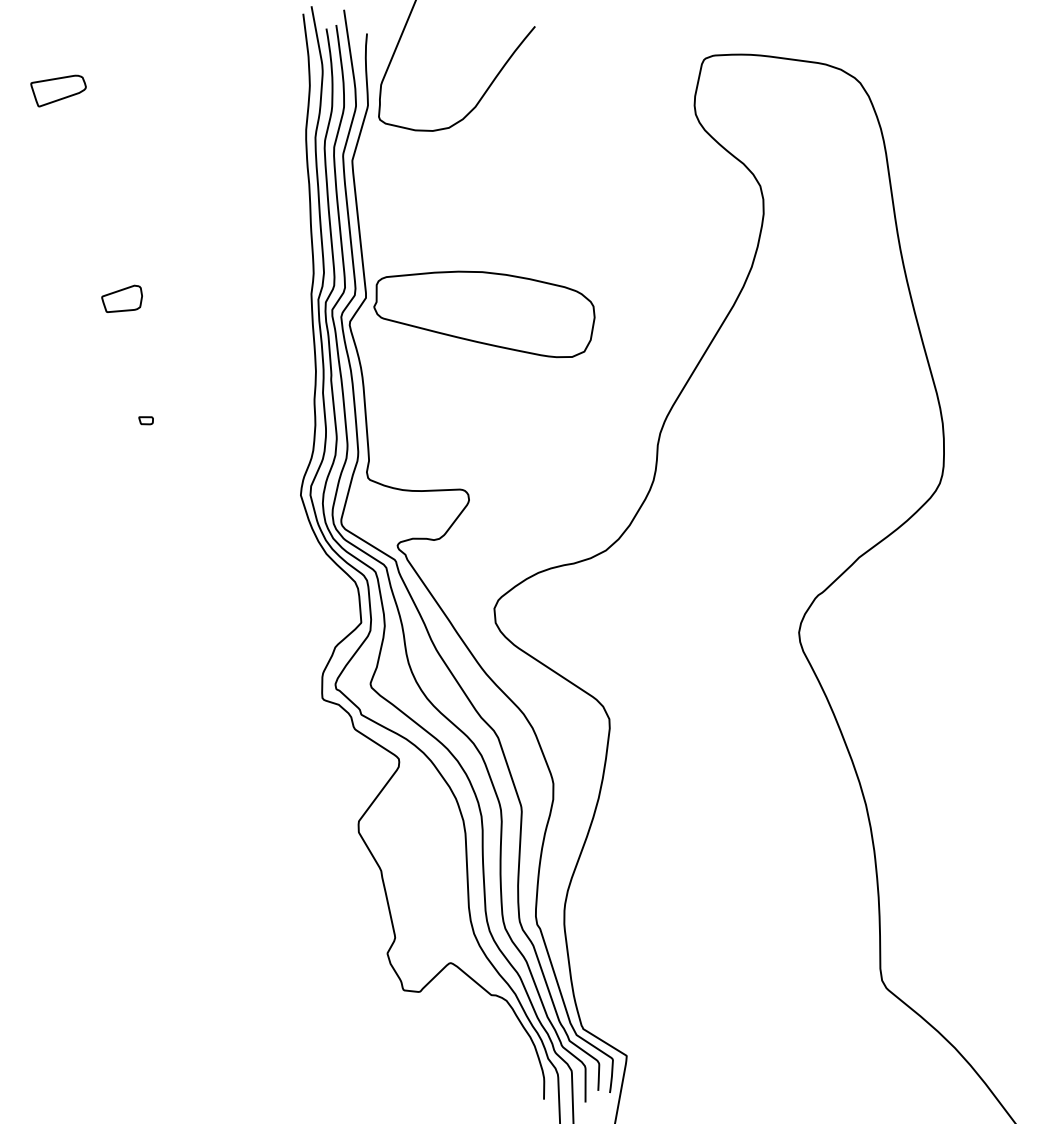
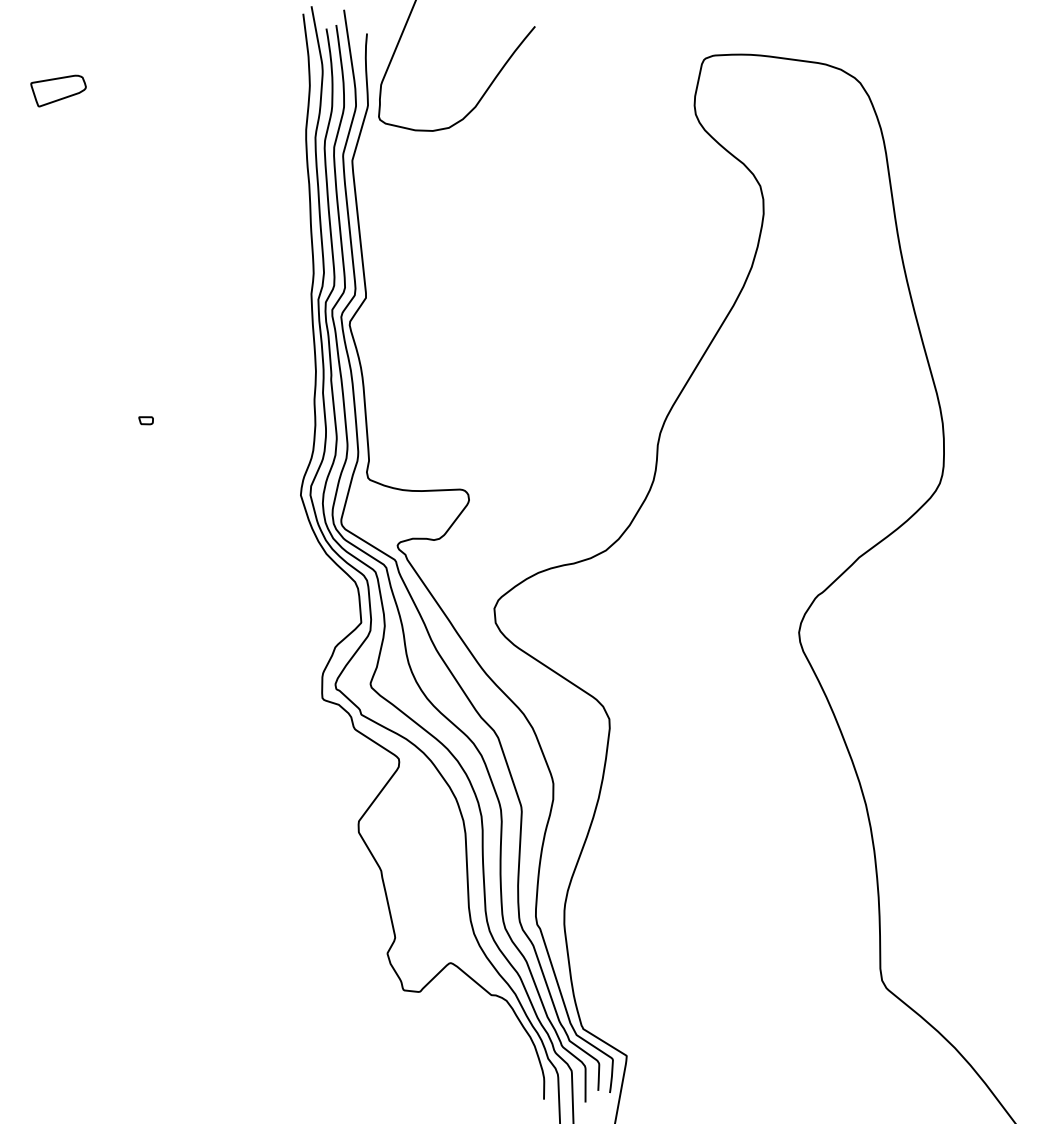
part at (121, 298): present -> none
part at (484, 314): present -> none
